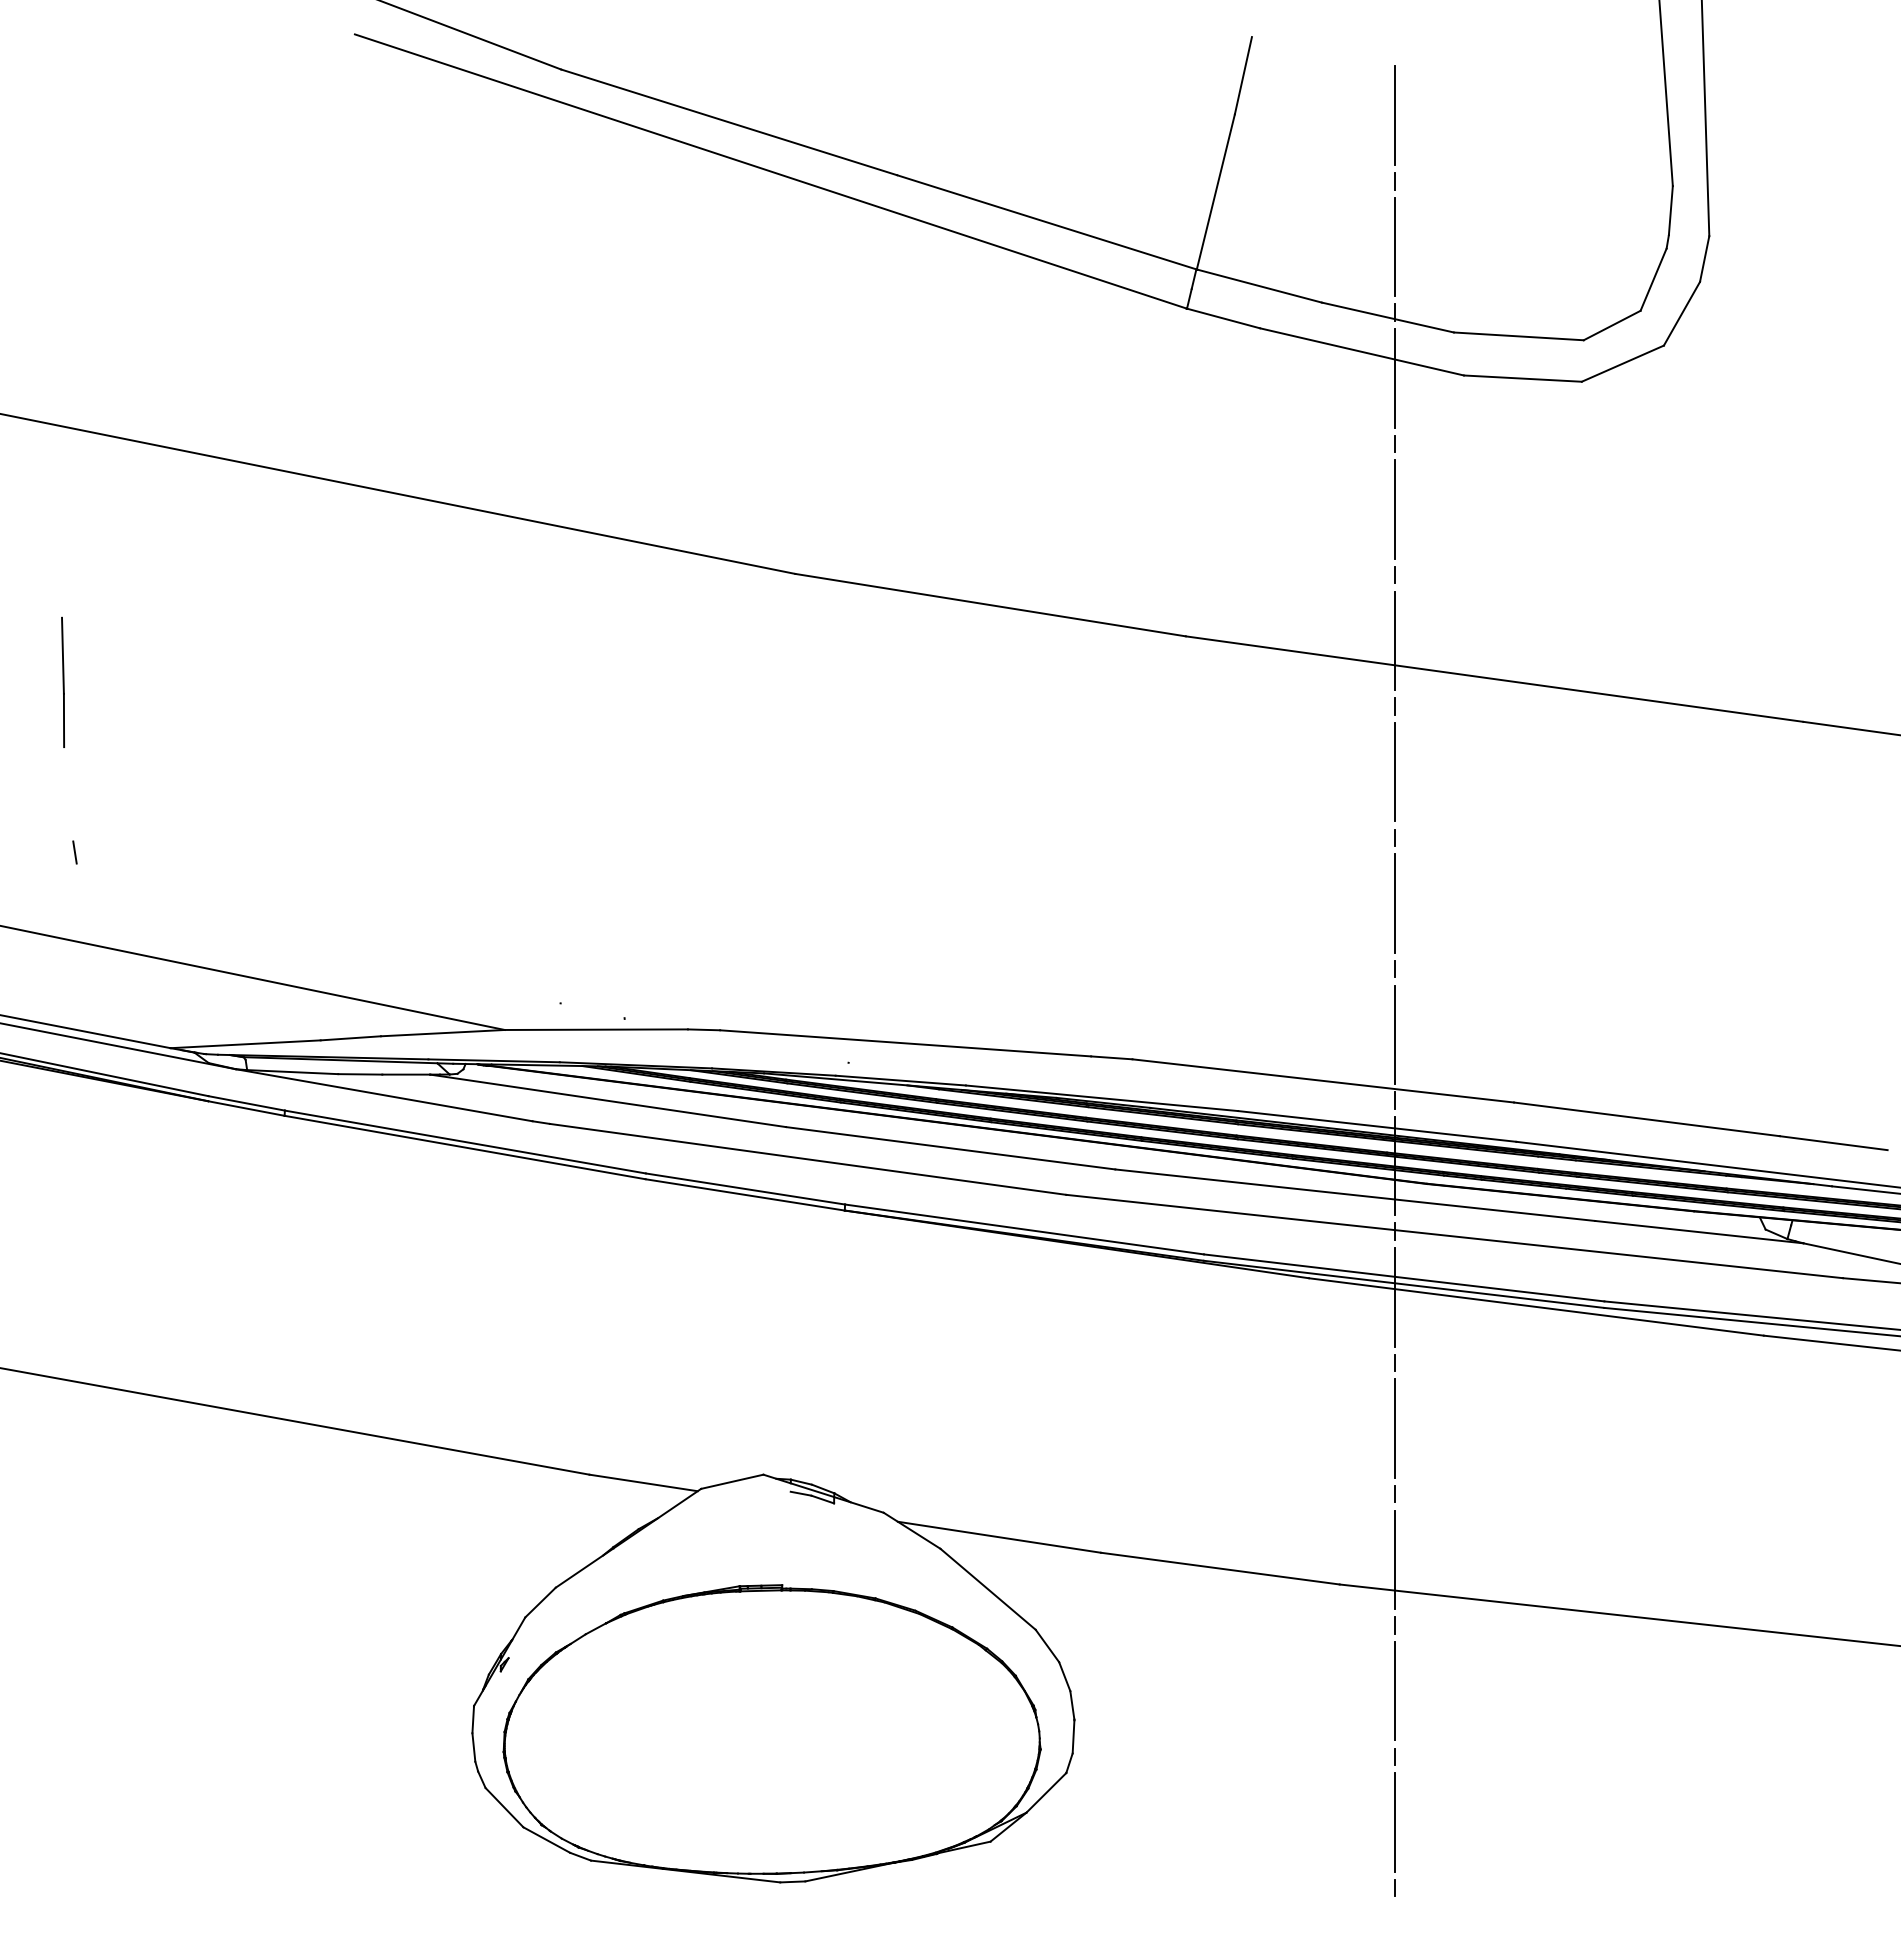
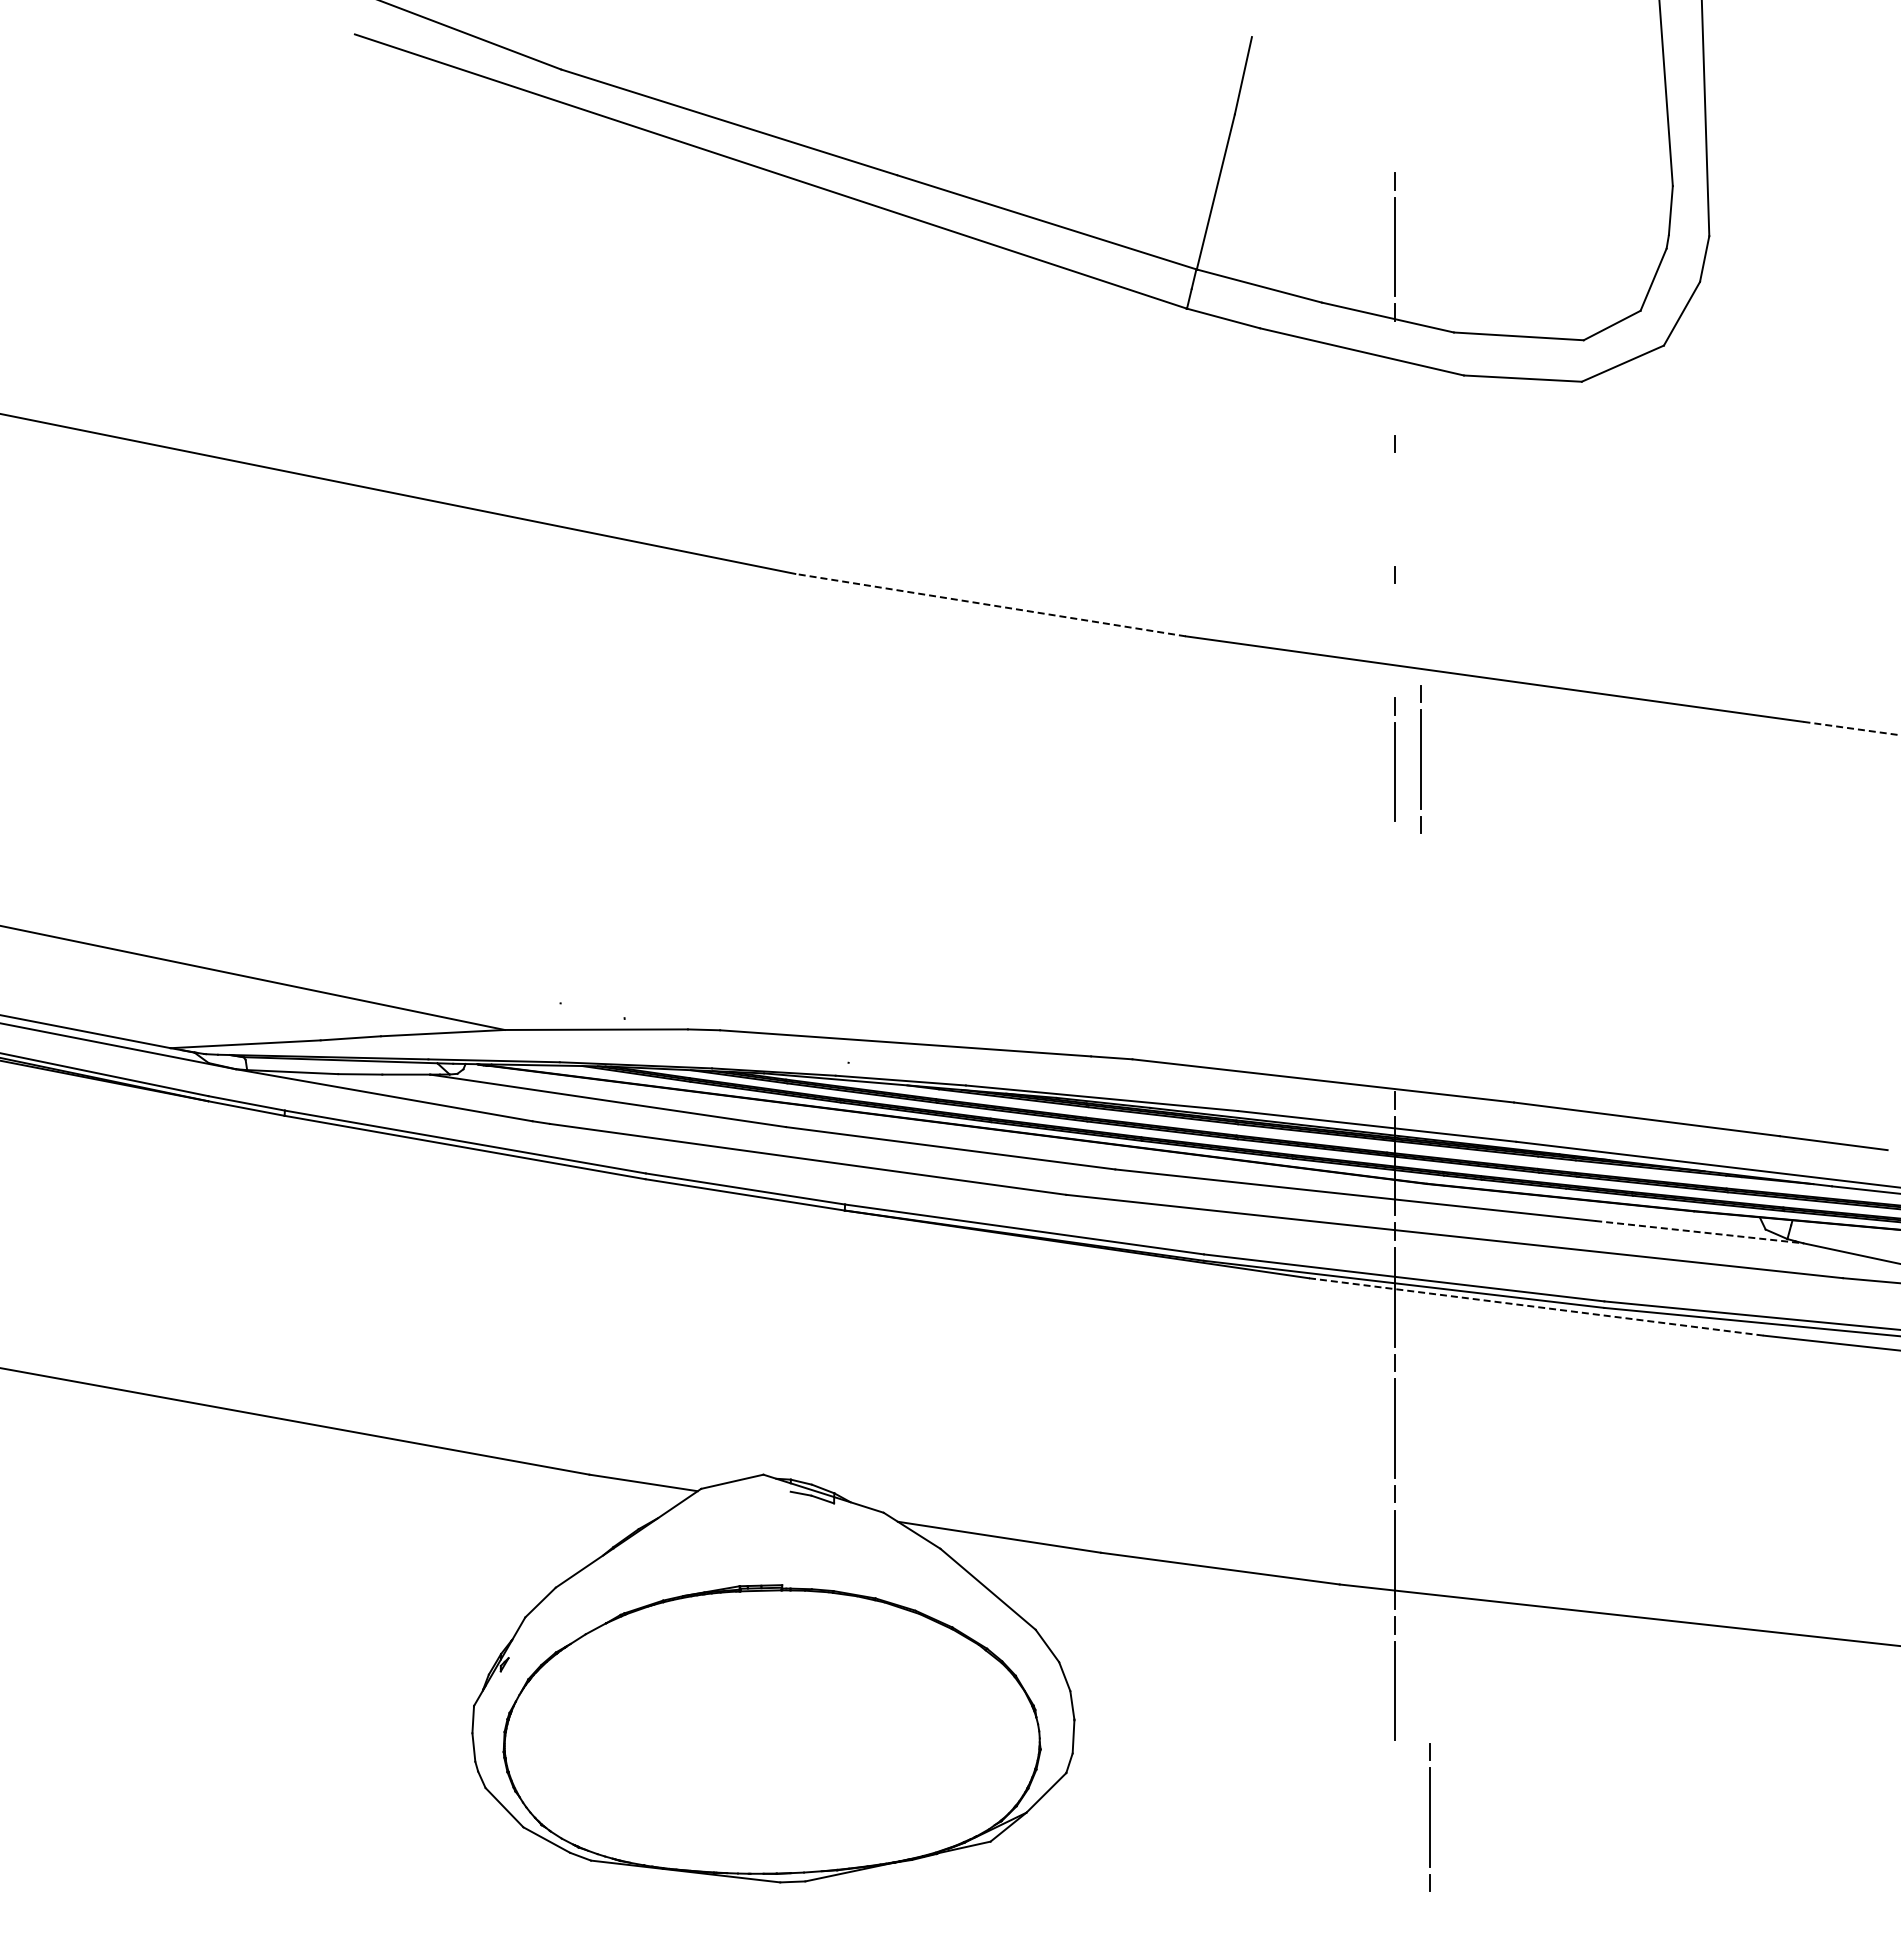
line at (1395, 115): present -> none
line at (1395, 378): present -> none
line at (1395, 509): present -> none
line at (990, 605): solid -> dashed
line at (1395, 640): present -> none
line at (62, 681): present -> none
line at (1851, 728): solid -> dashed
line at (74, 852): present -> none
line at (1394, 903) position: (1394, 903) -> (1420, 759)
line at (1395, 1034): present -> none
line at (1699, 1232): solid -> dashed
line at (1536, 1307): solid -> dashed
line at (1394, 1822) position: (1394, 1822) -> (1429, 1817)
